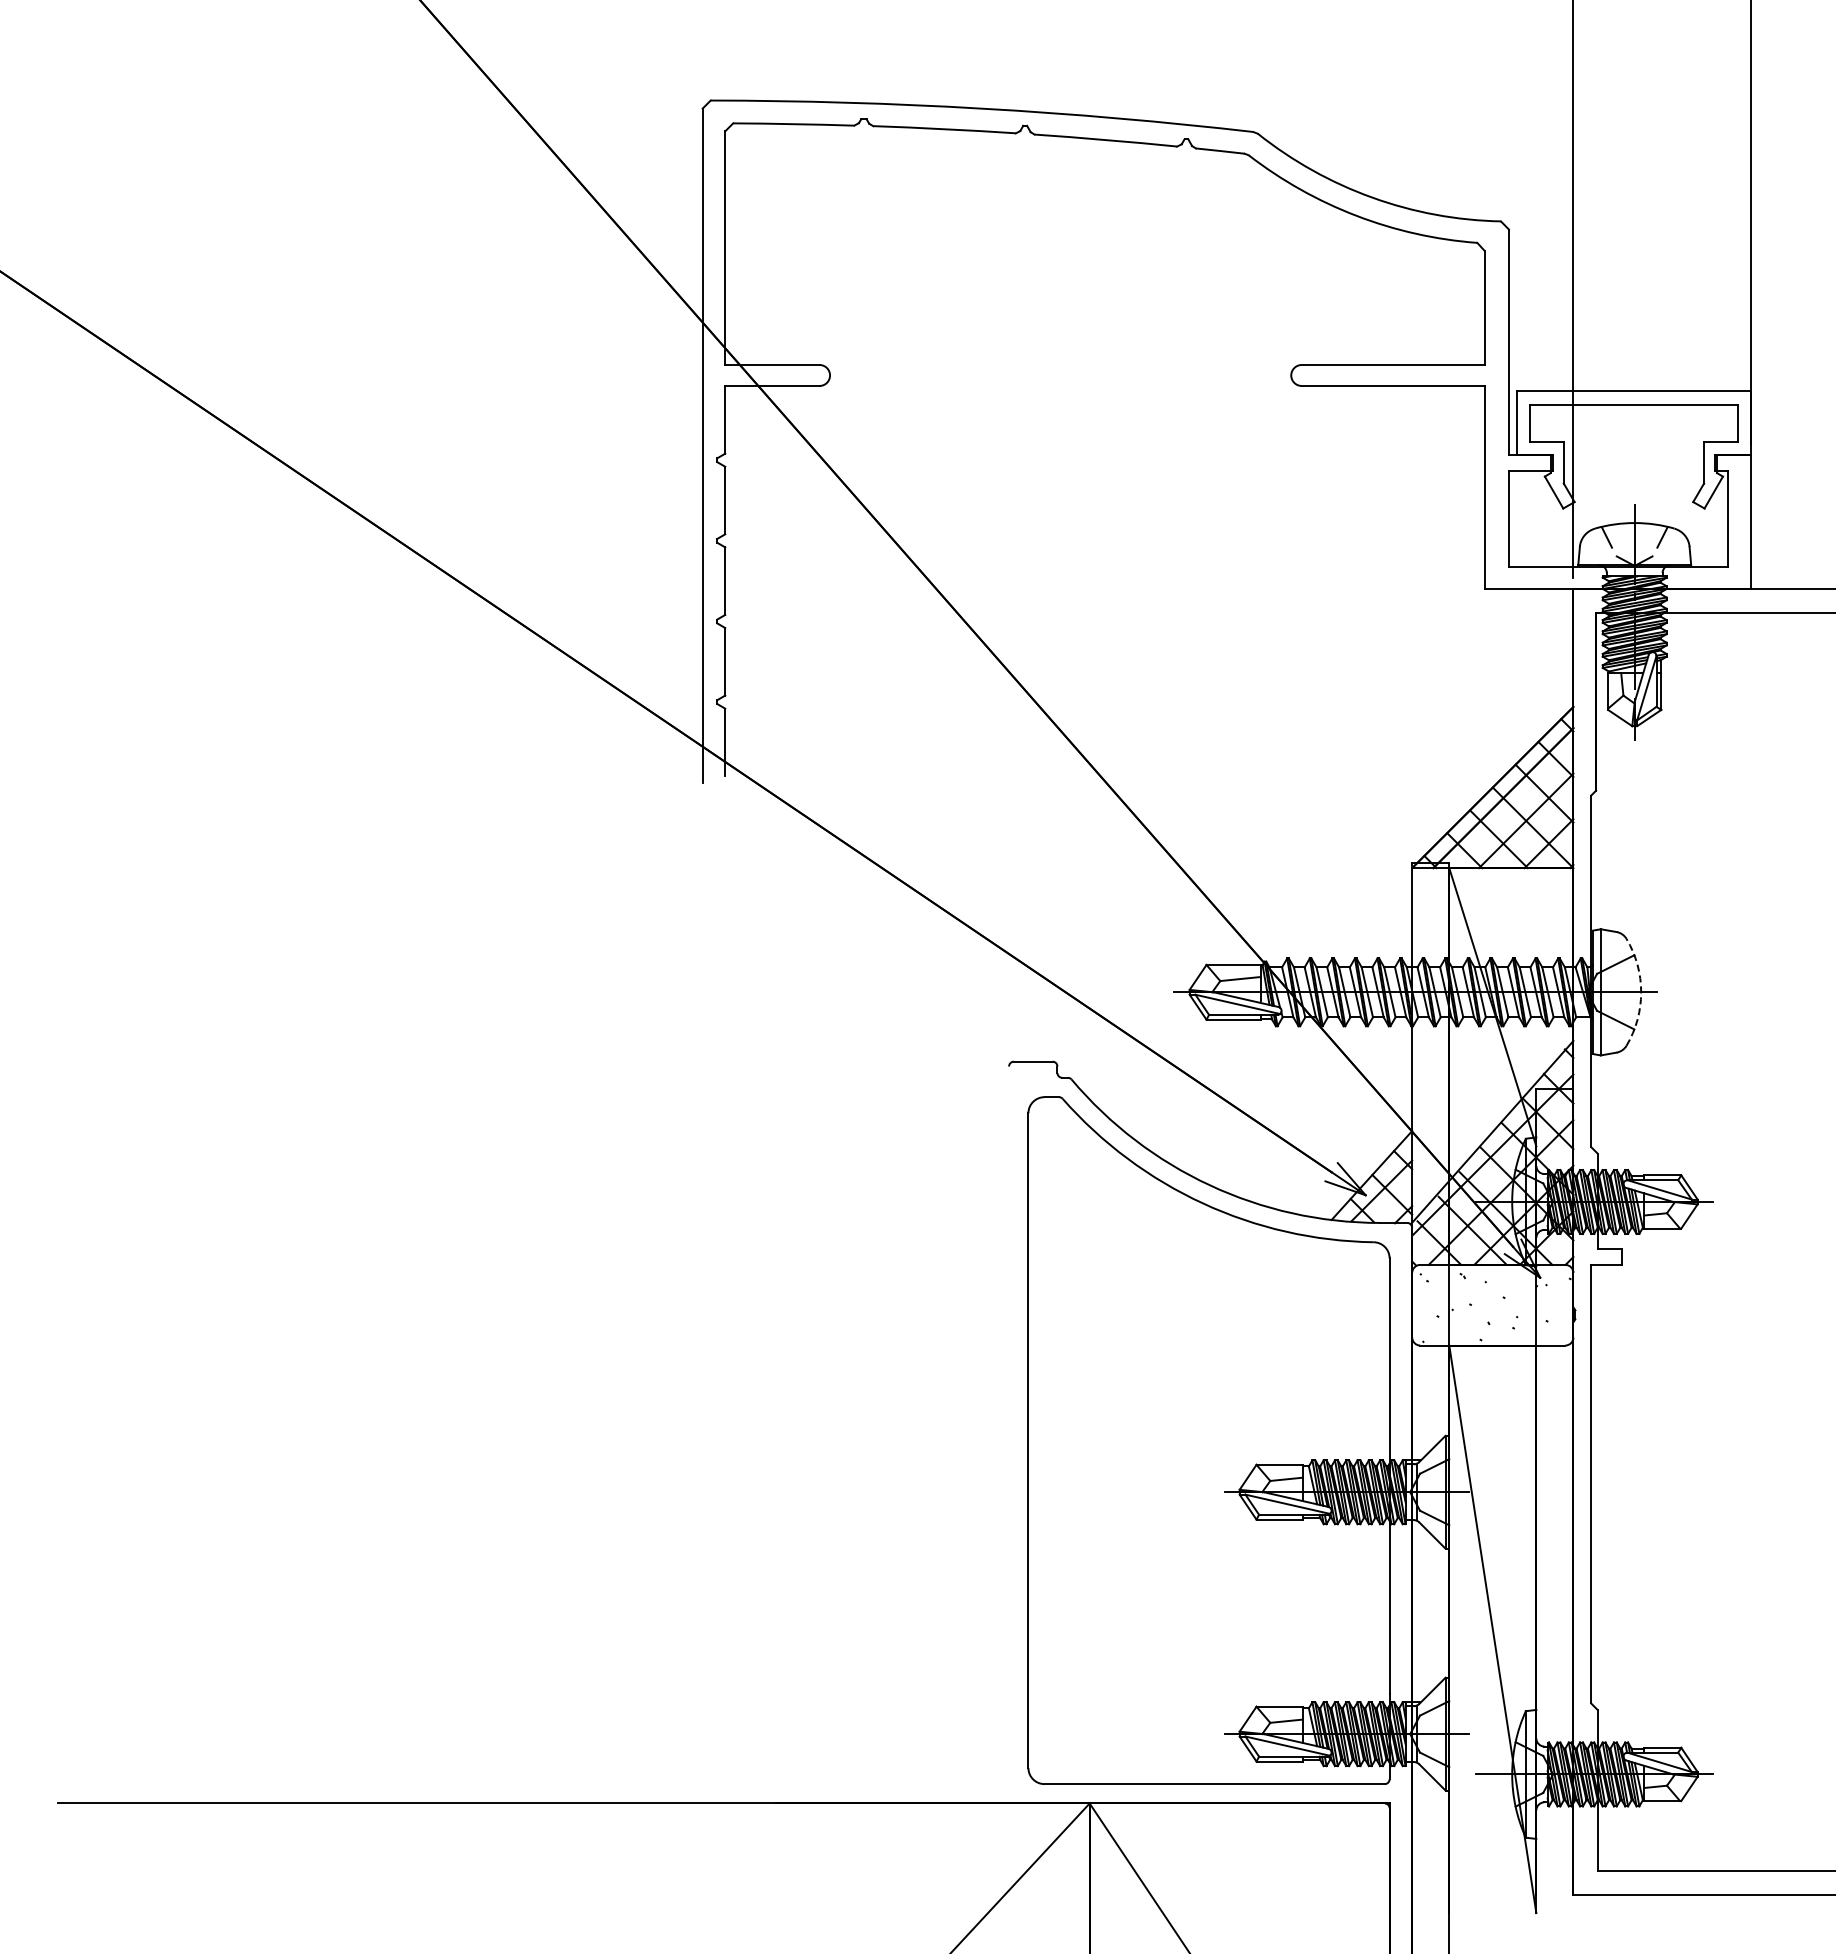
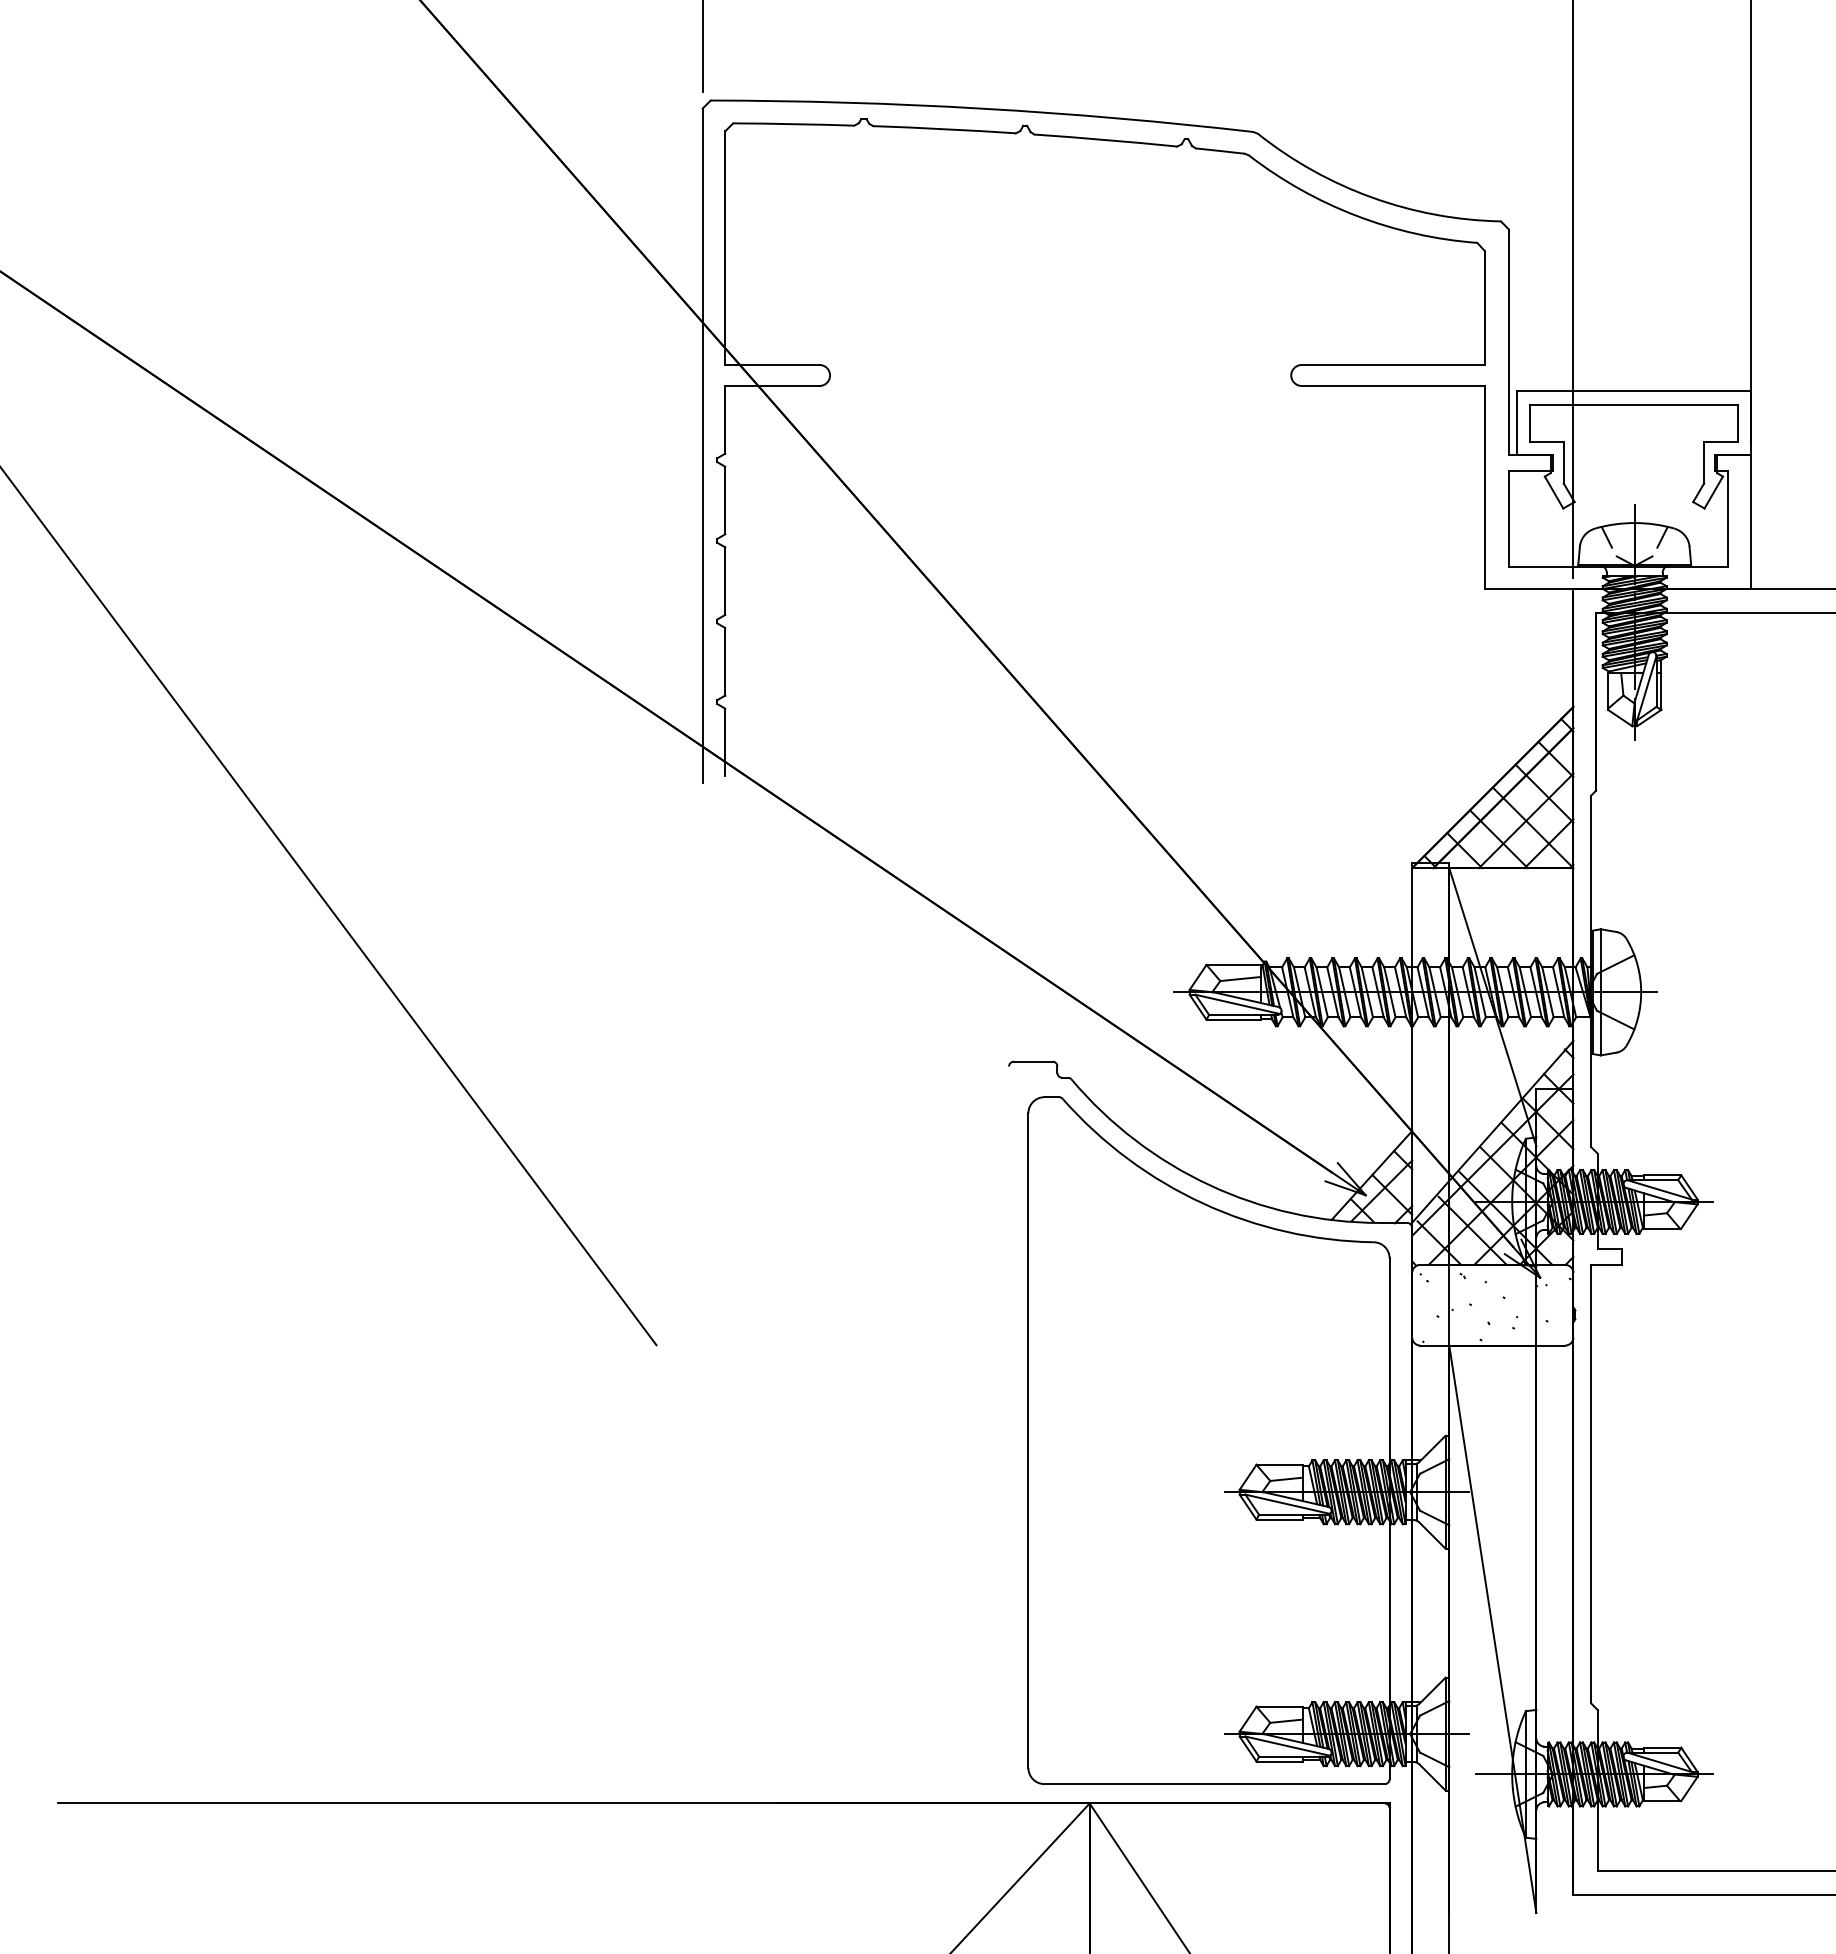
line at (702, 47): none -> present
line at (329, 907): none -> present
arc at (1641, 992): dashed -> solid
